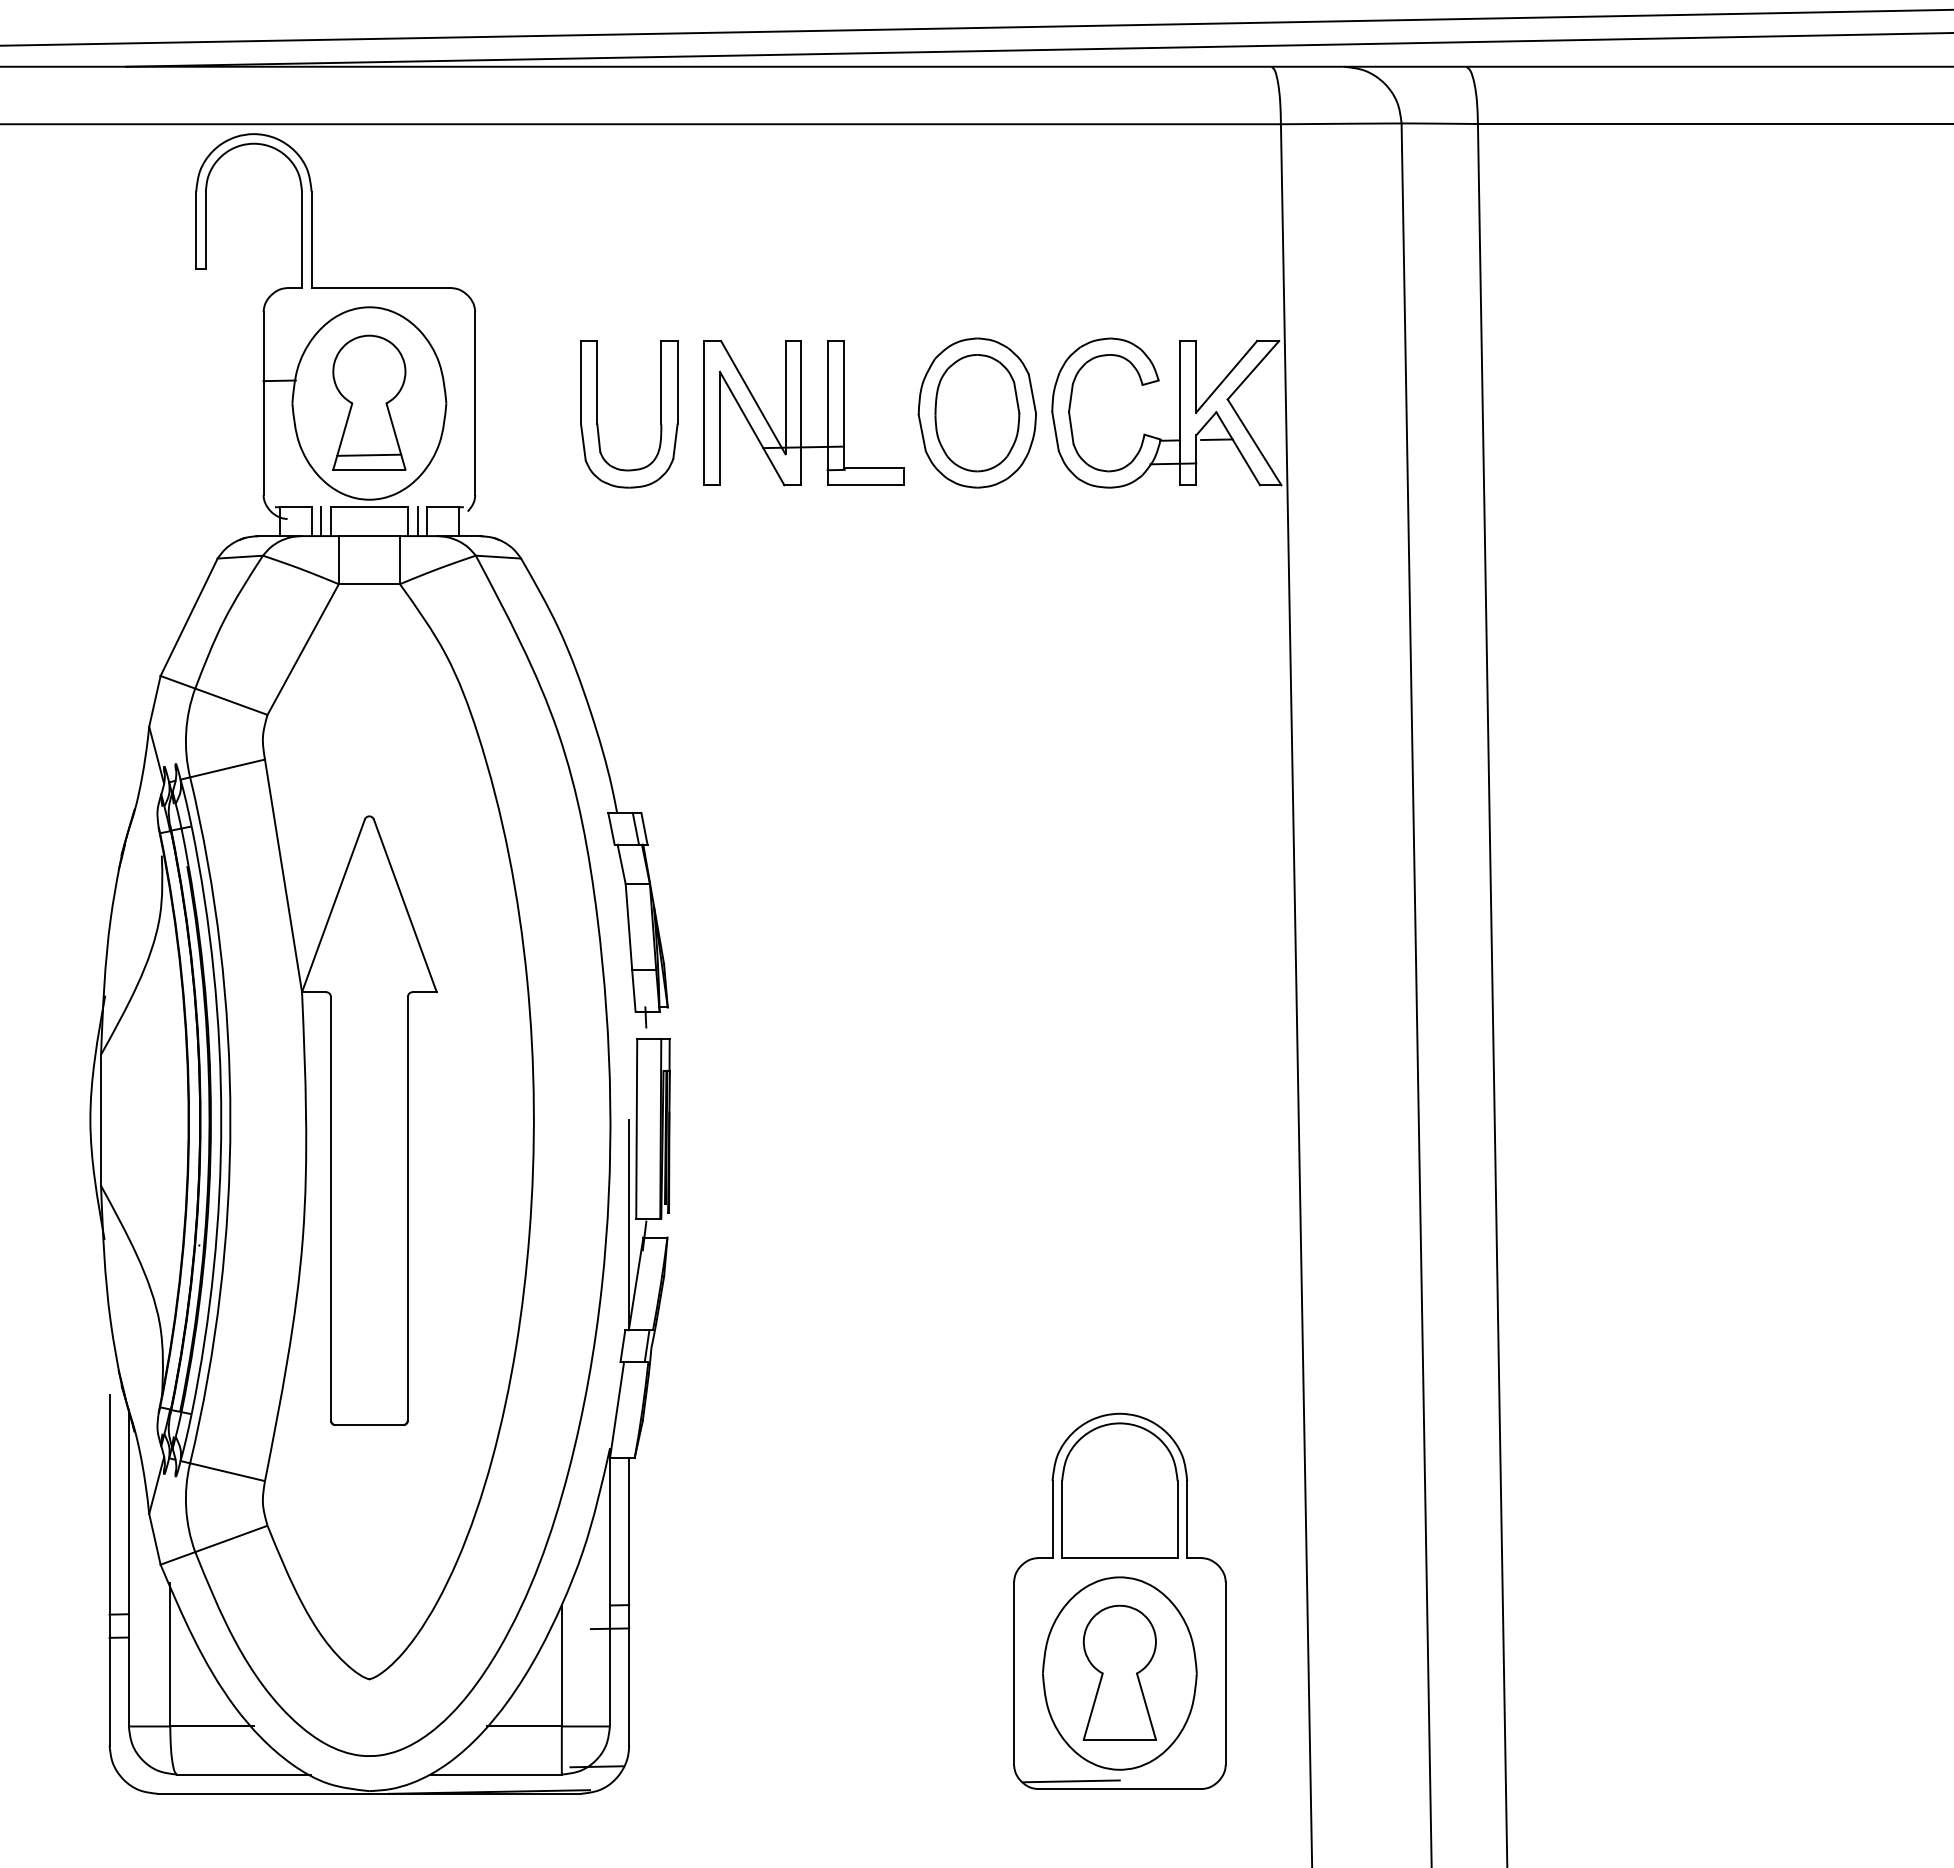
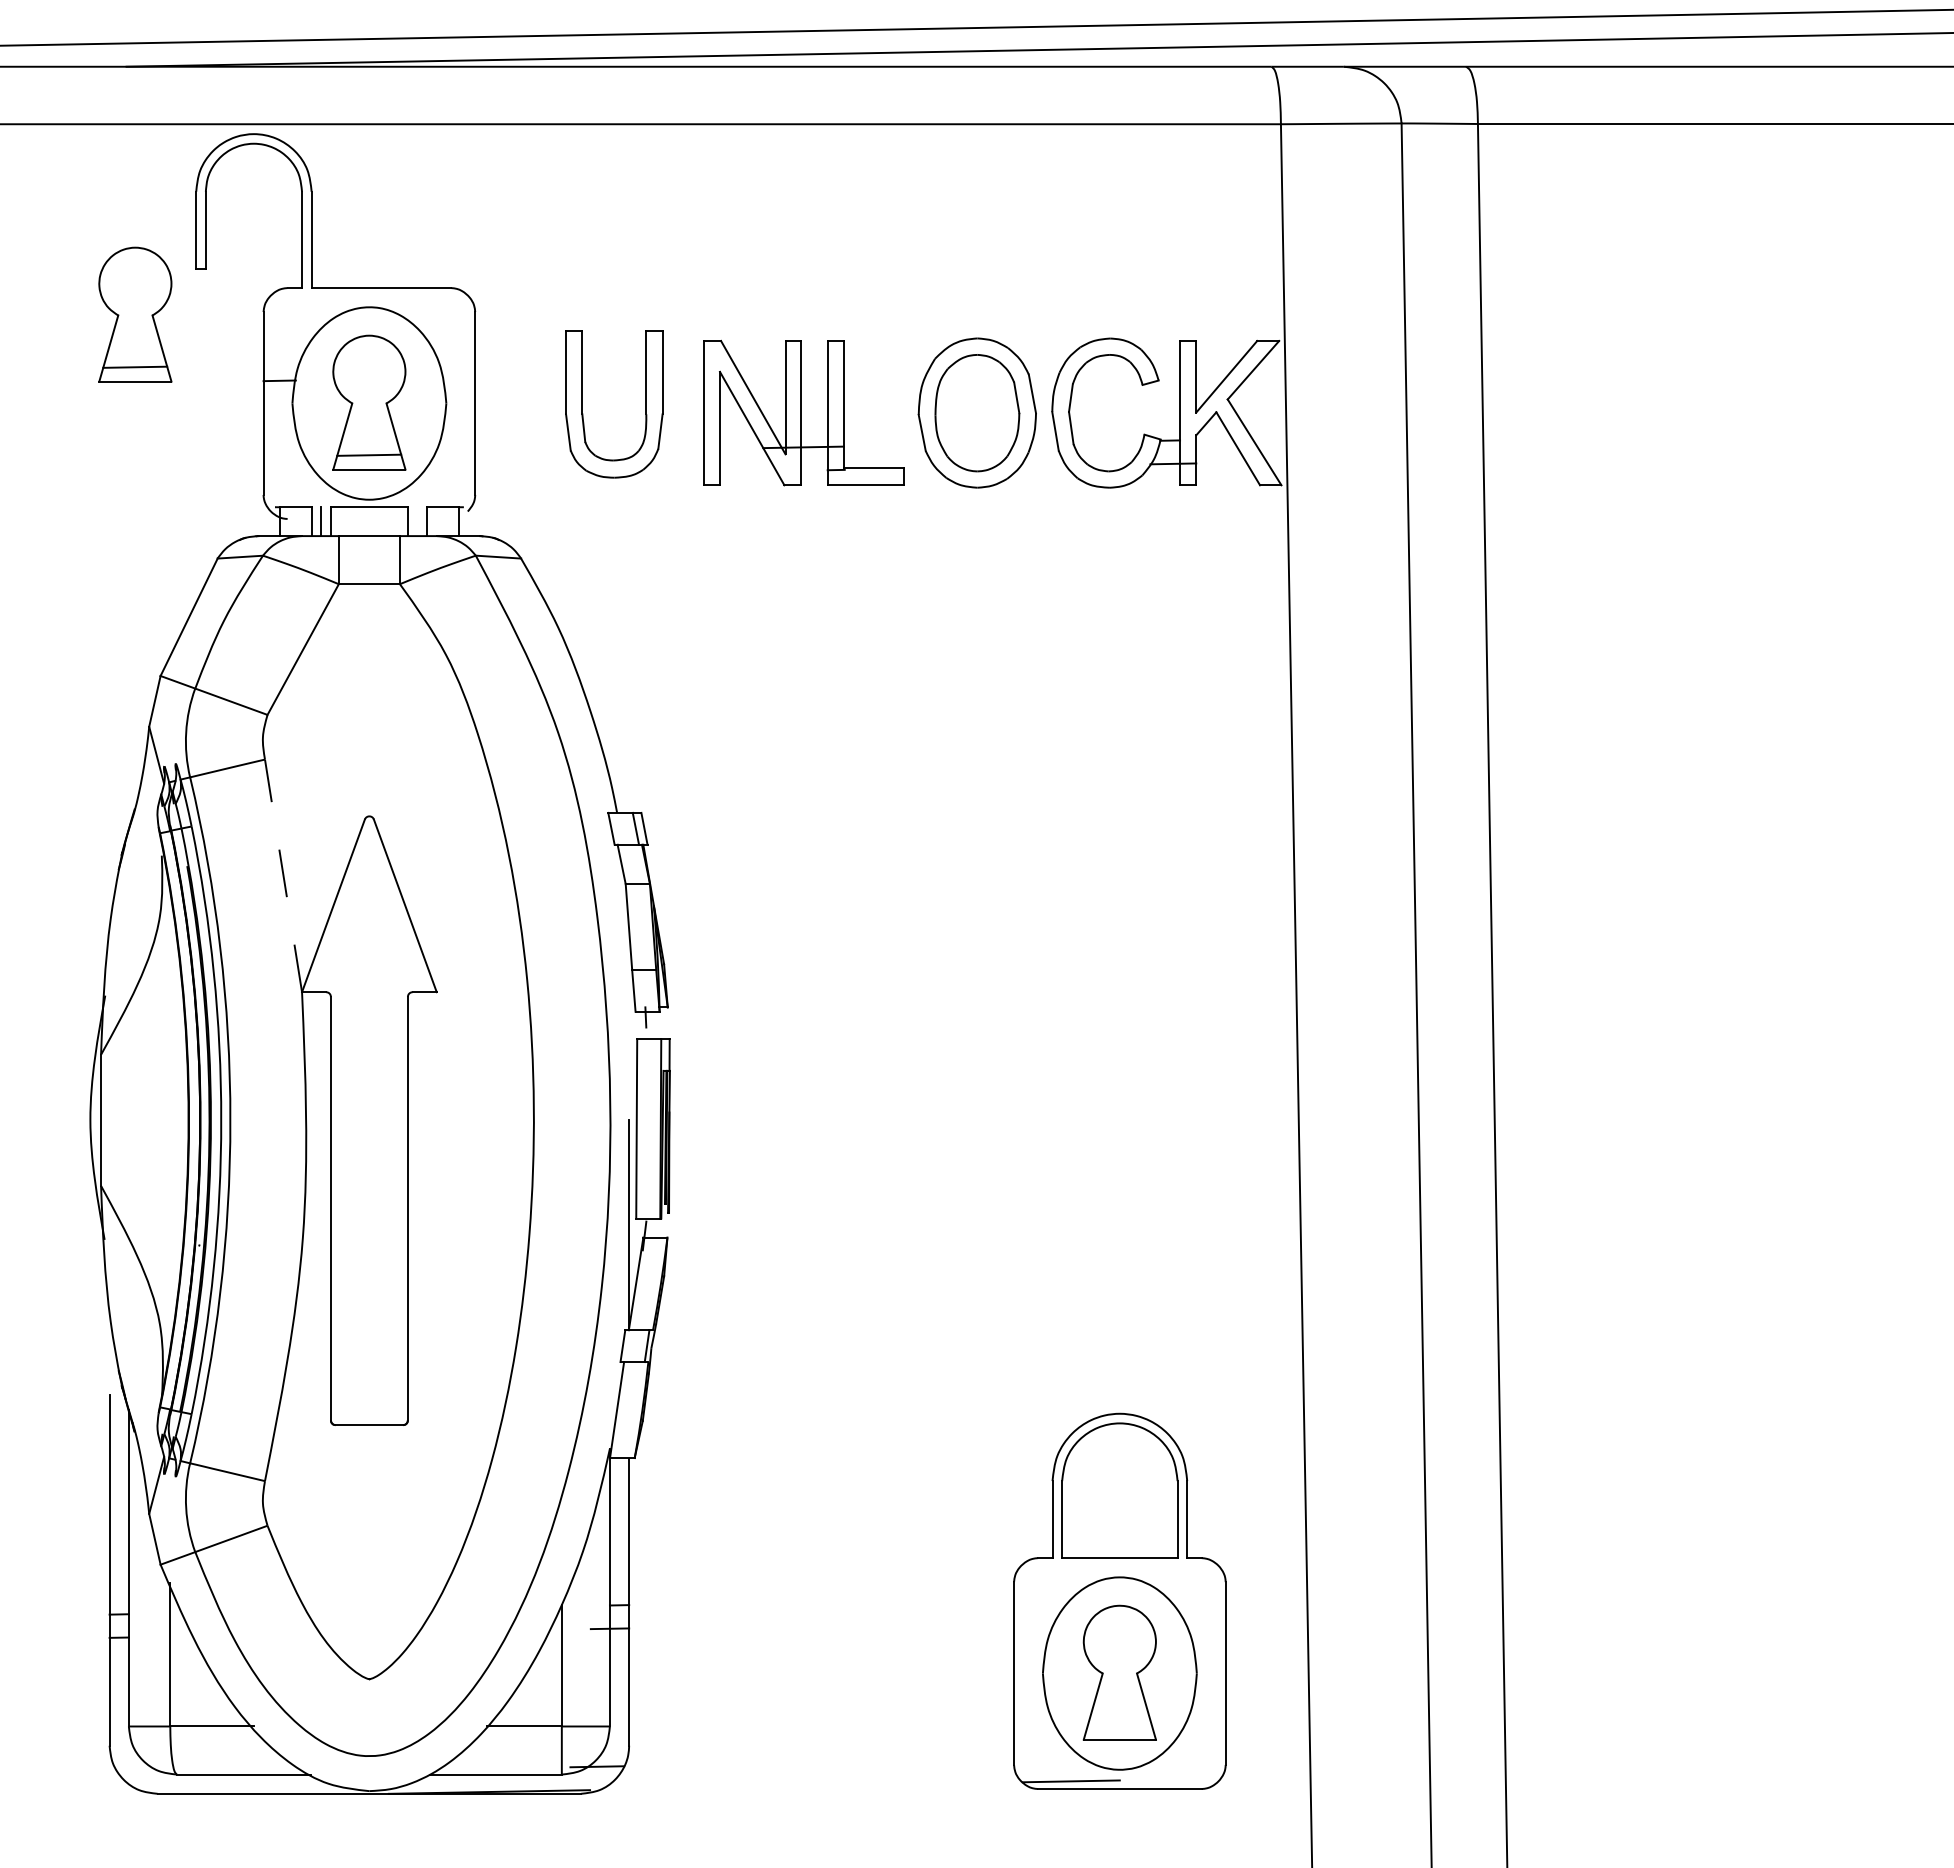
part at (135, 314): none -> present
part at (660, 414) position: (660, 414) -> (645, 404)
line at (1216, 439): present -> none
line at (417, 521): present -> none
line at (283, 875): solid -> dashed
